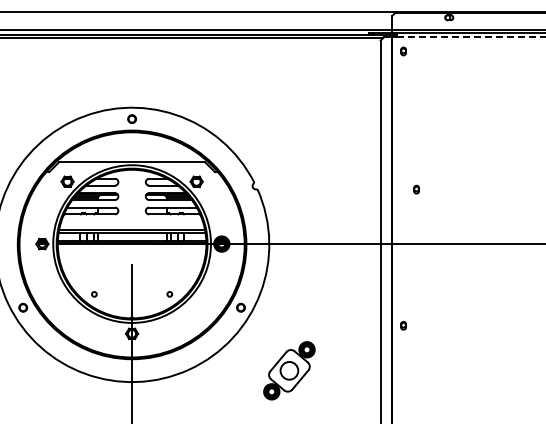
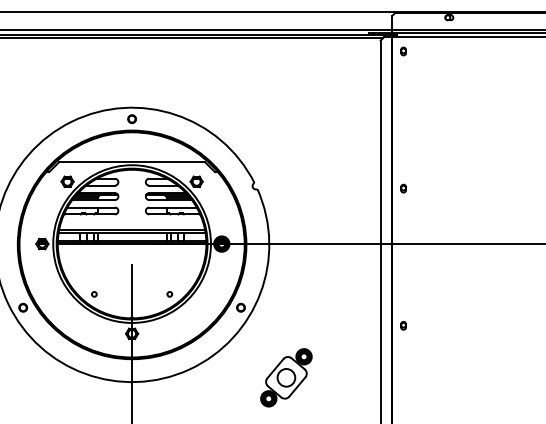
line at (471, 37): dashed -> solid
part at (416, 189) position: (416, 189) -> (403, 188)
part at (289, 370) position: (289, 370) -> (286, 377)
